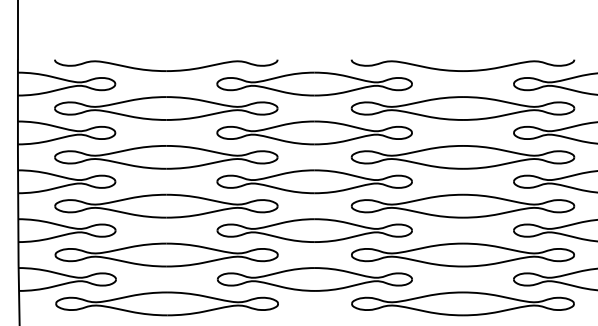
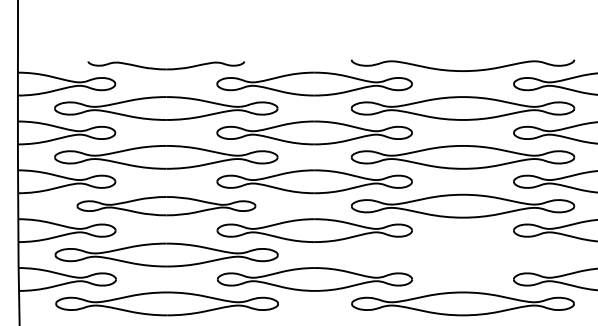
part at (166, 65) size: 225x13 px -> 158x10 px
part at (166, 205) size: 225x26 px -> 181x21 px
part at (462, 254): present -> none
